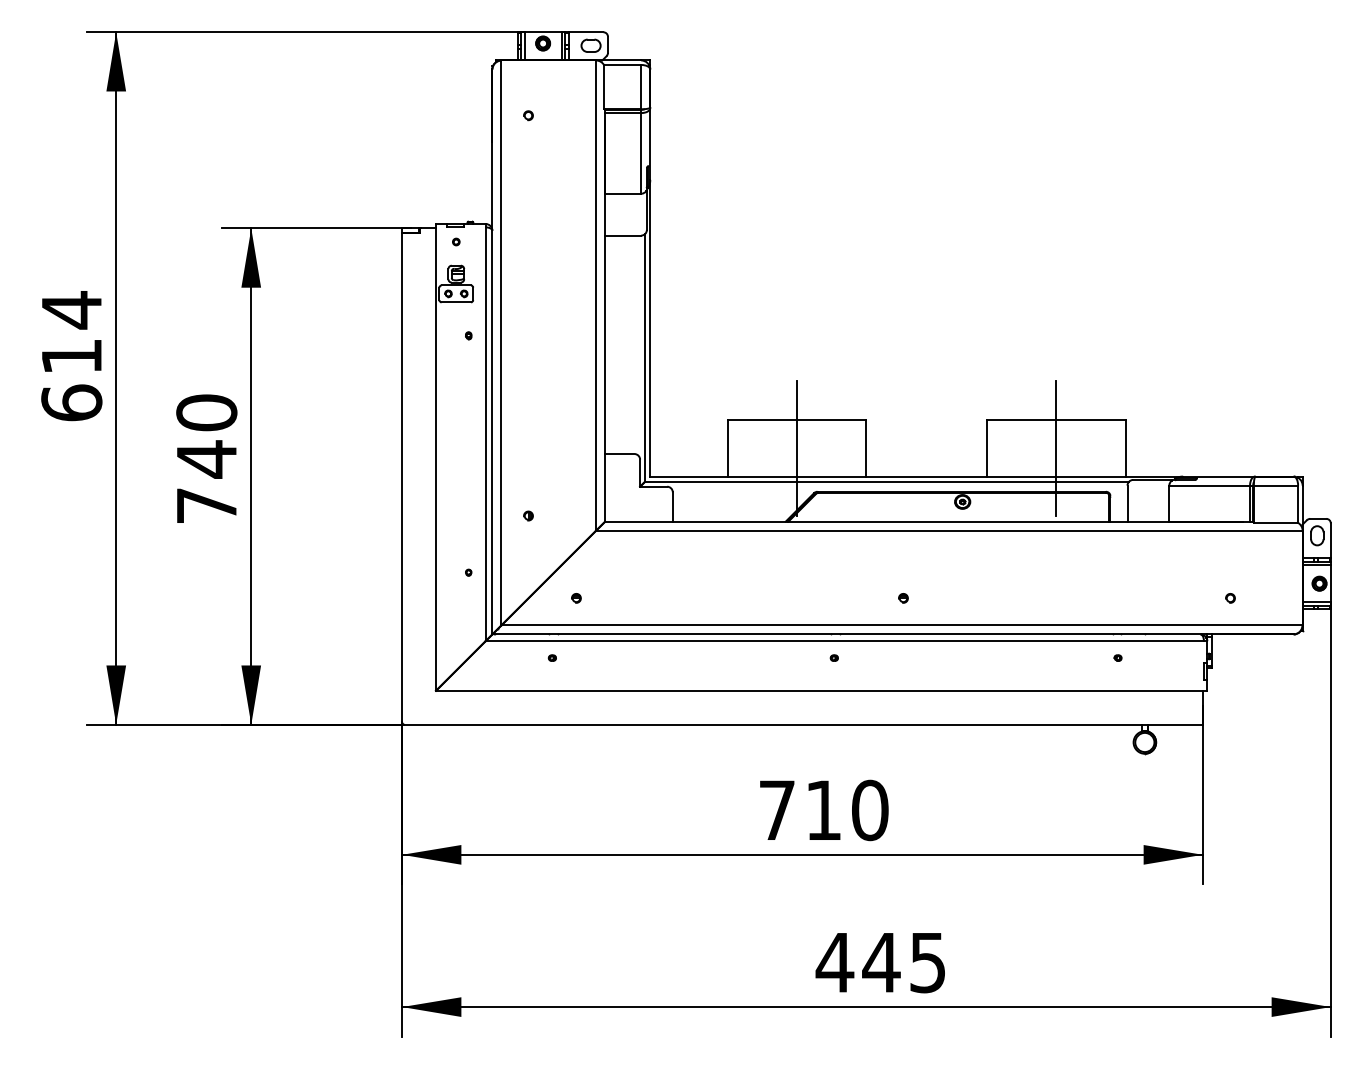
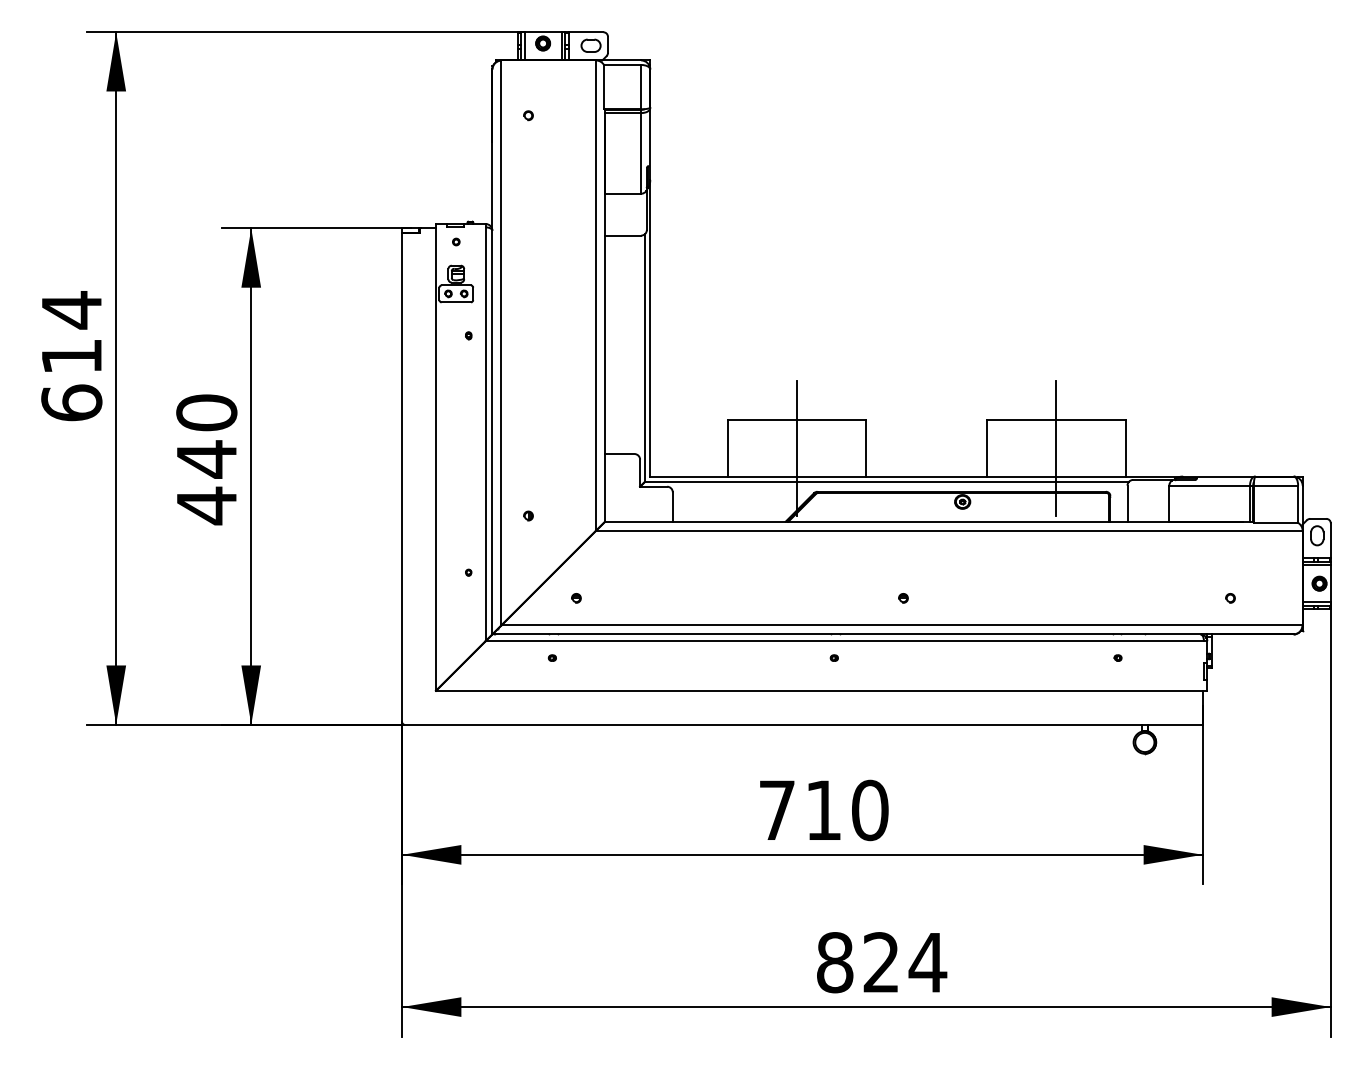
text at (206, 505): 740 -> 440
text at (881, 962): 445 -> 824
